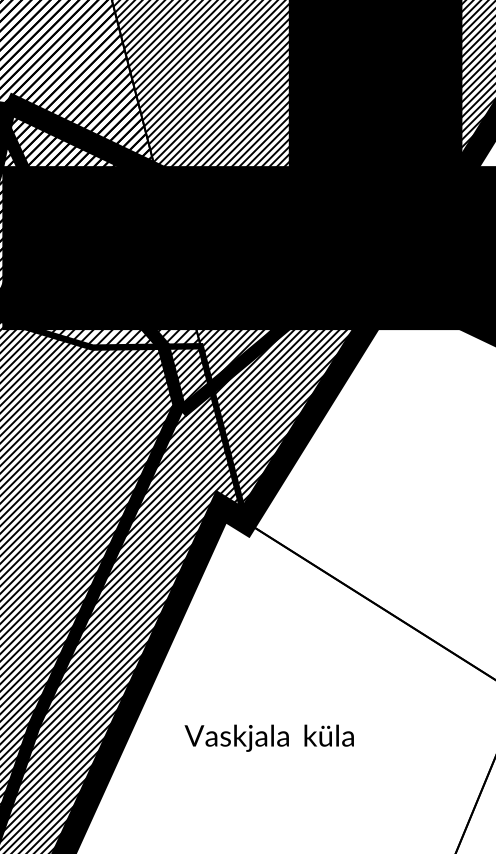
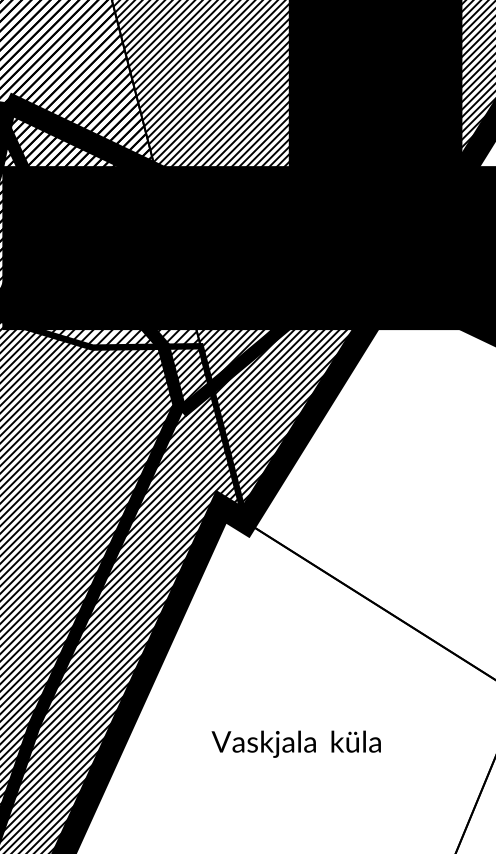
text at (268, 737) position: (268, 737) -> (295, 743)
